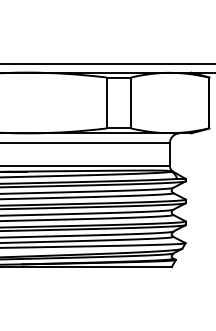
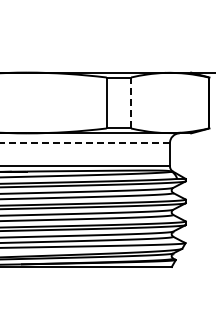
line at (107, 63): present -> none
line at (131, 102): solid -> dashed
line at (85, 143): solid -> dashed
